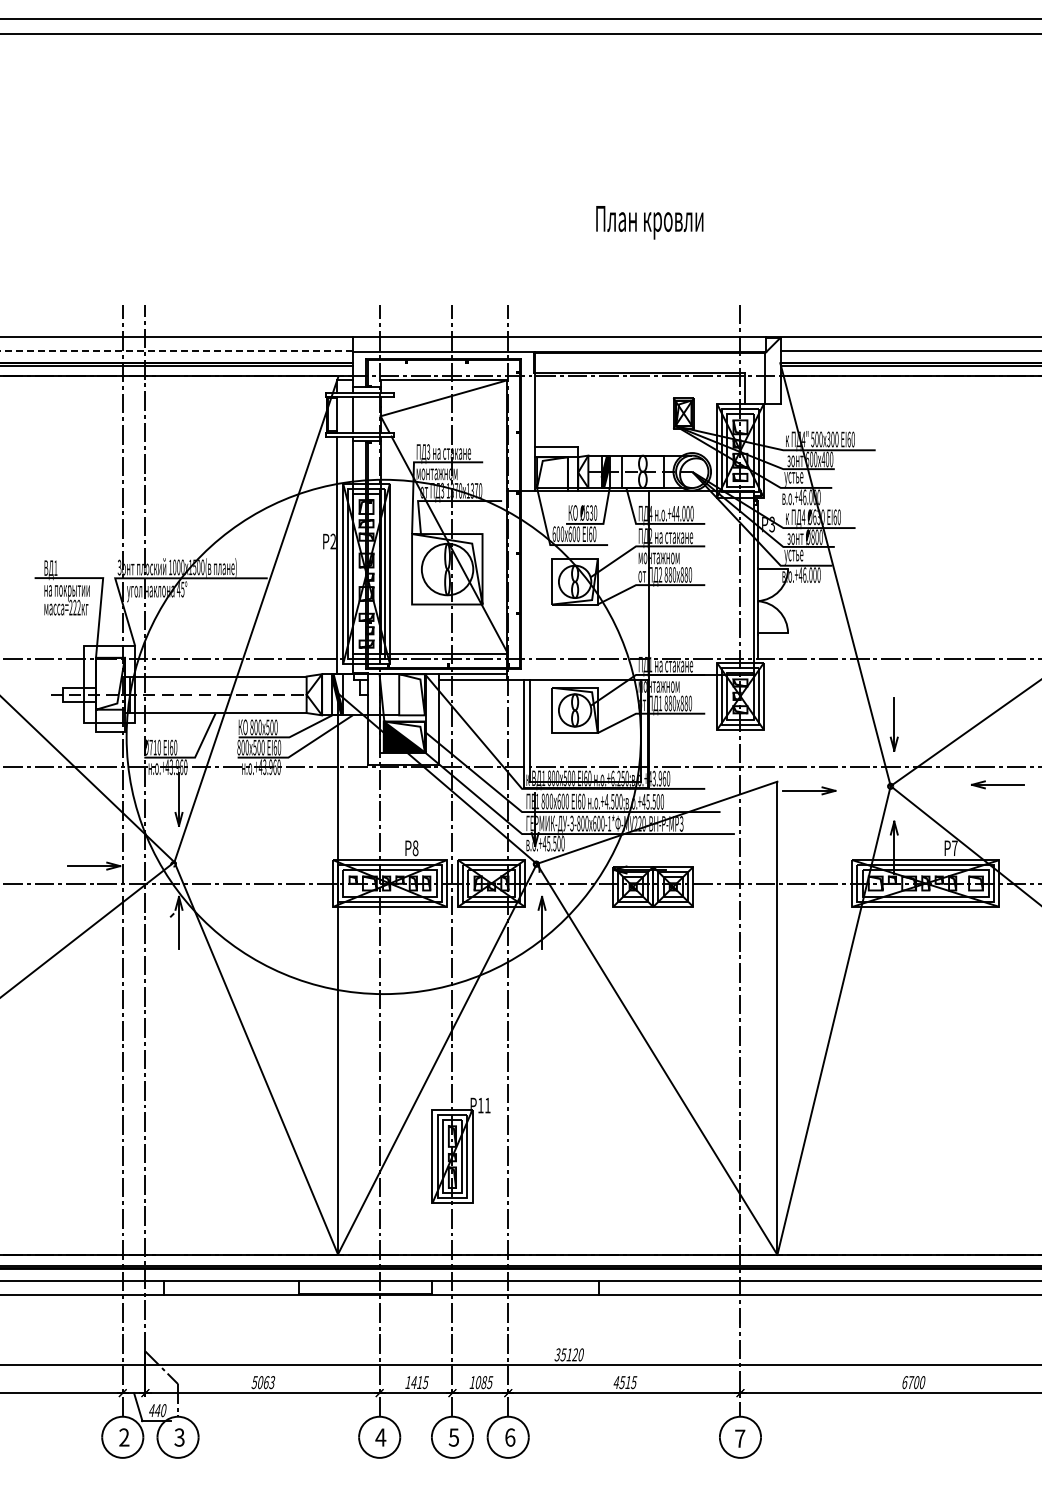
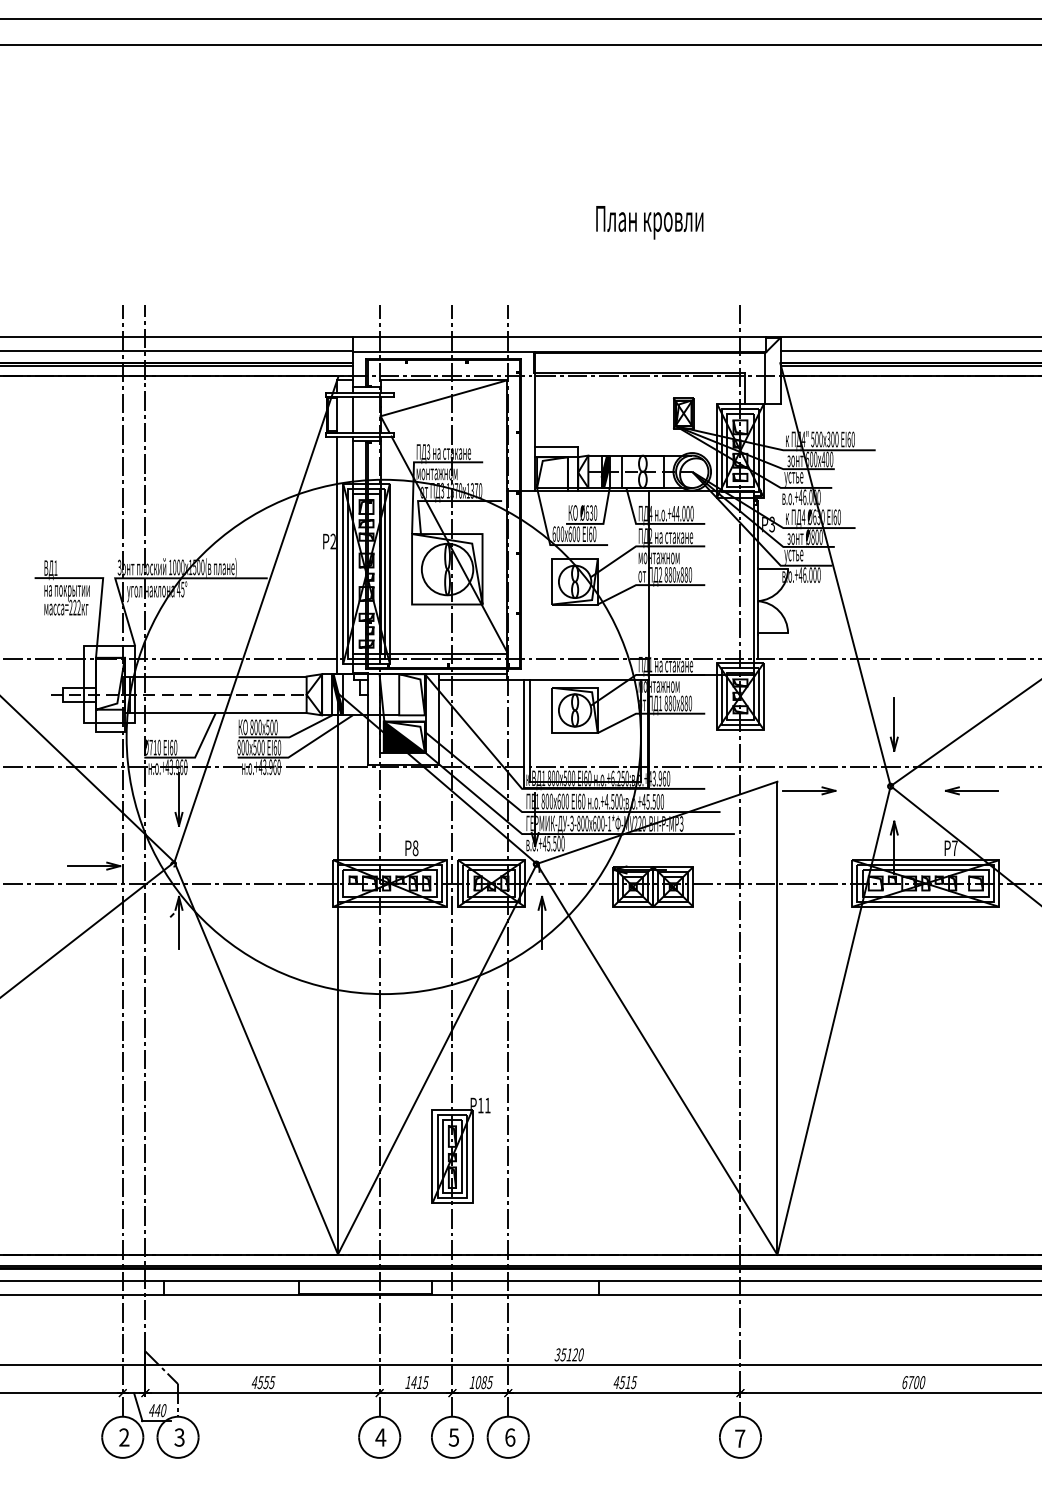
line at (520, 34) position: (520, 34) -> (520, 45)
line at (176, 350): dashed -> solid
part at (997, 784) position: (997, 784) -> (971, 790)
text at (263, 1382): 5063 -> 4555
